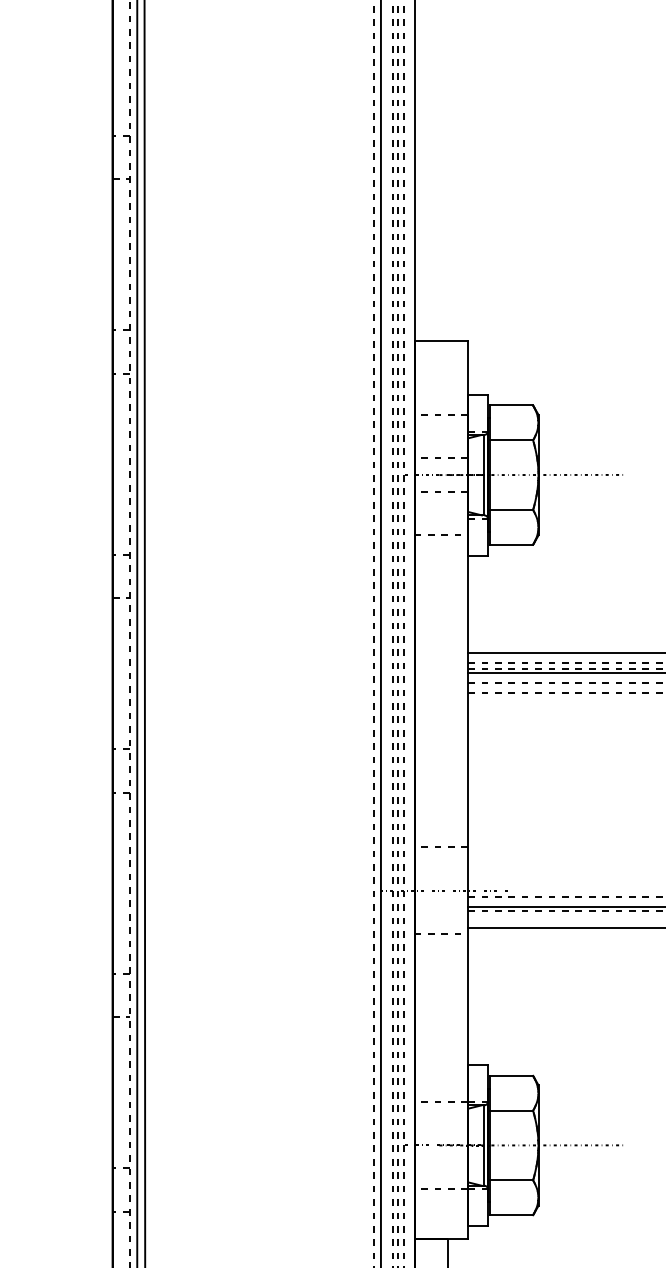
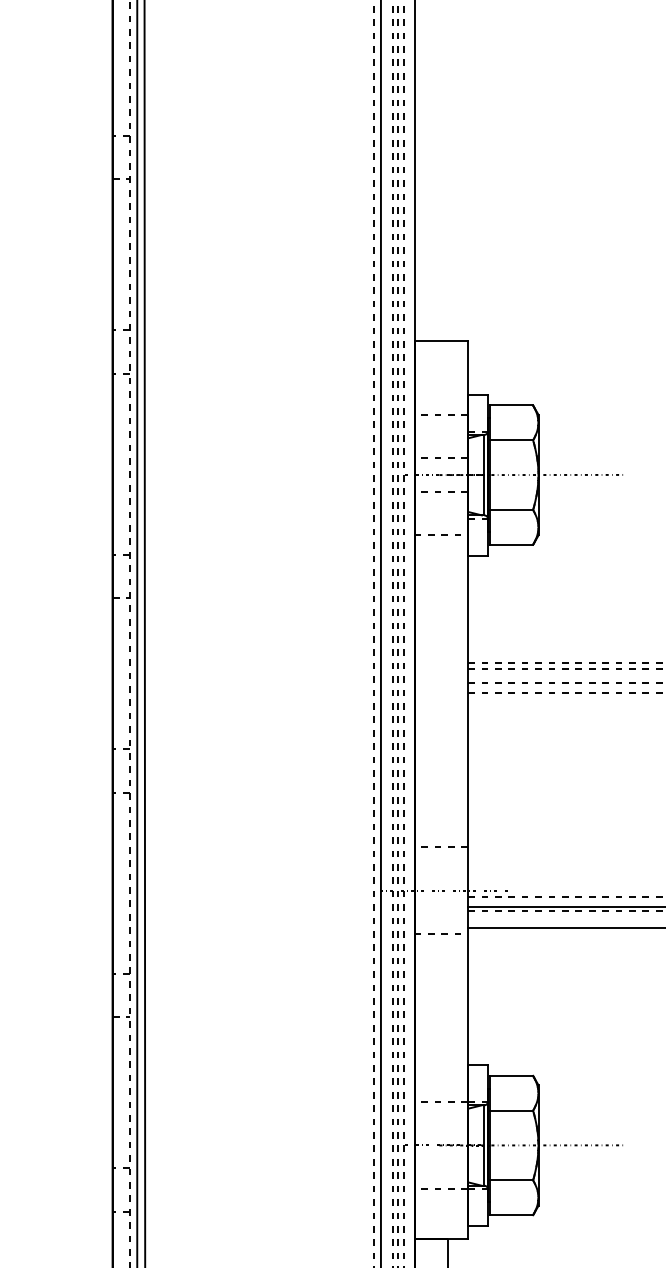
line at (565, 652): present -> none
line at (565, 672): present -> none
